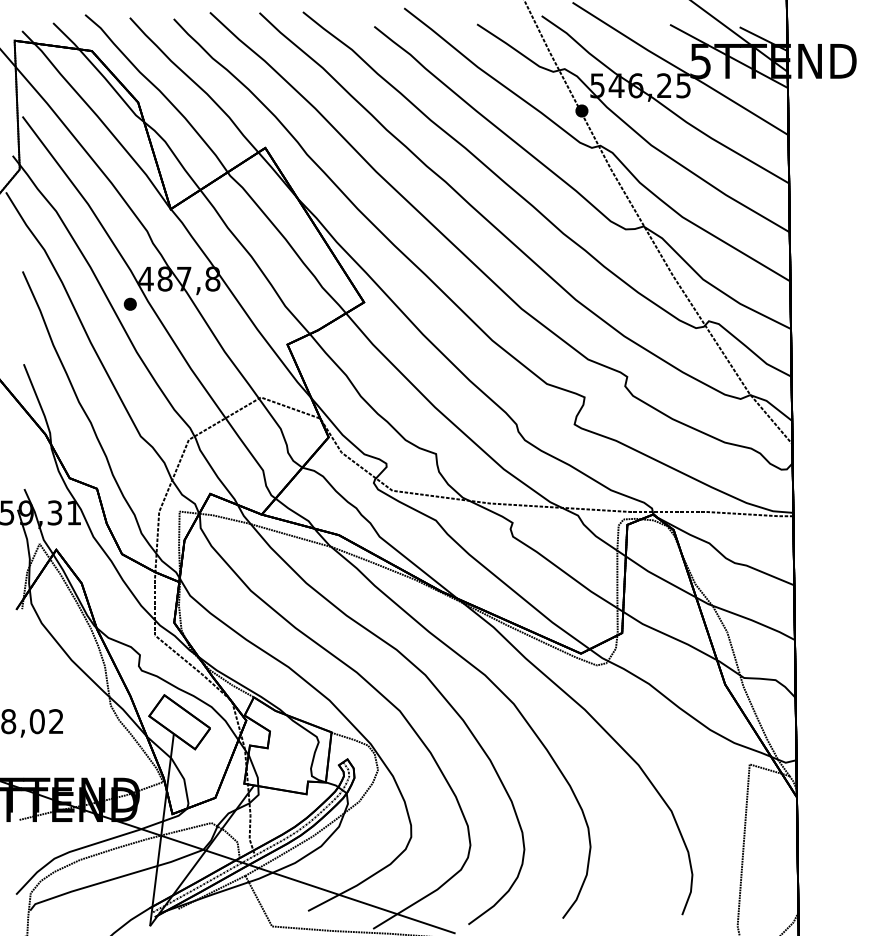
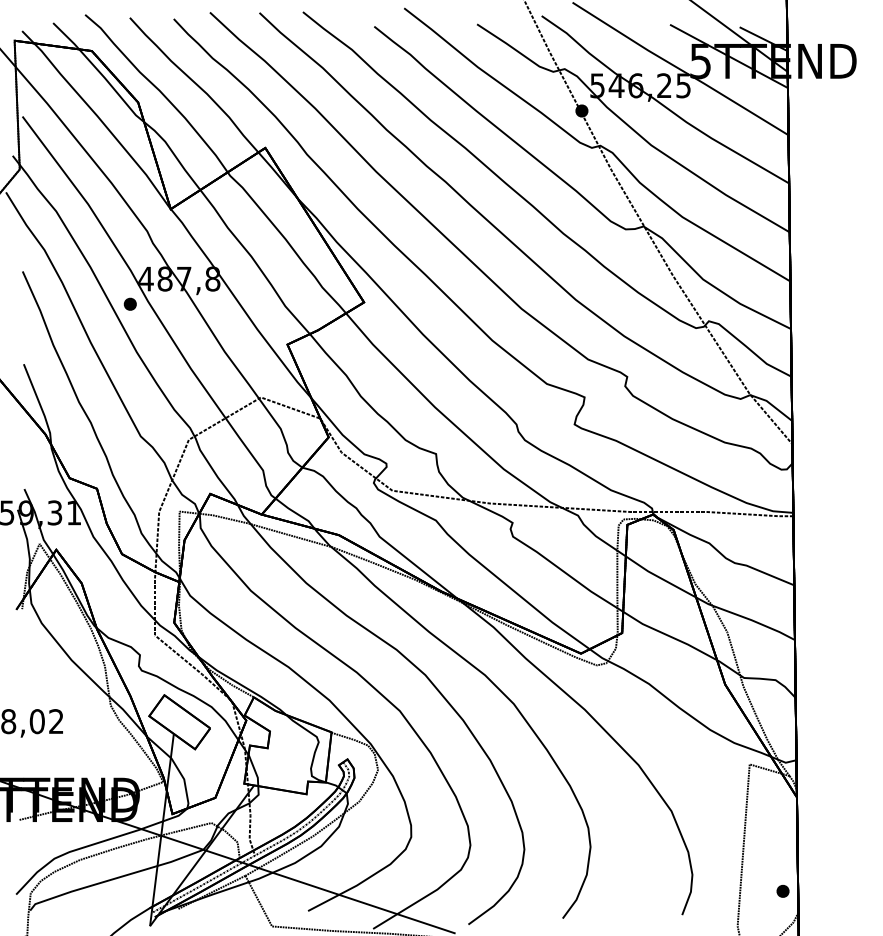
part at (782, 891): none -> present
